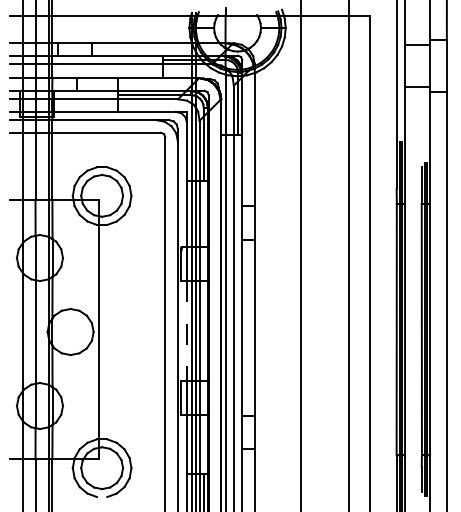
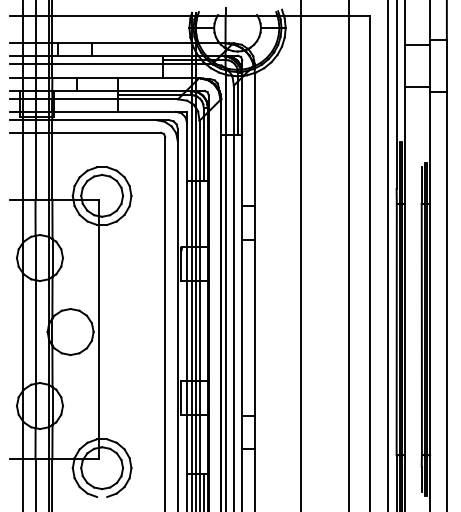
line at (388, 255): none -> present
line at (187, 331): dashed -> solid
